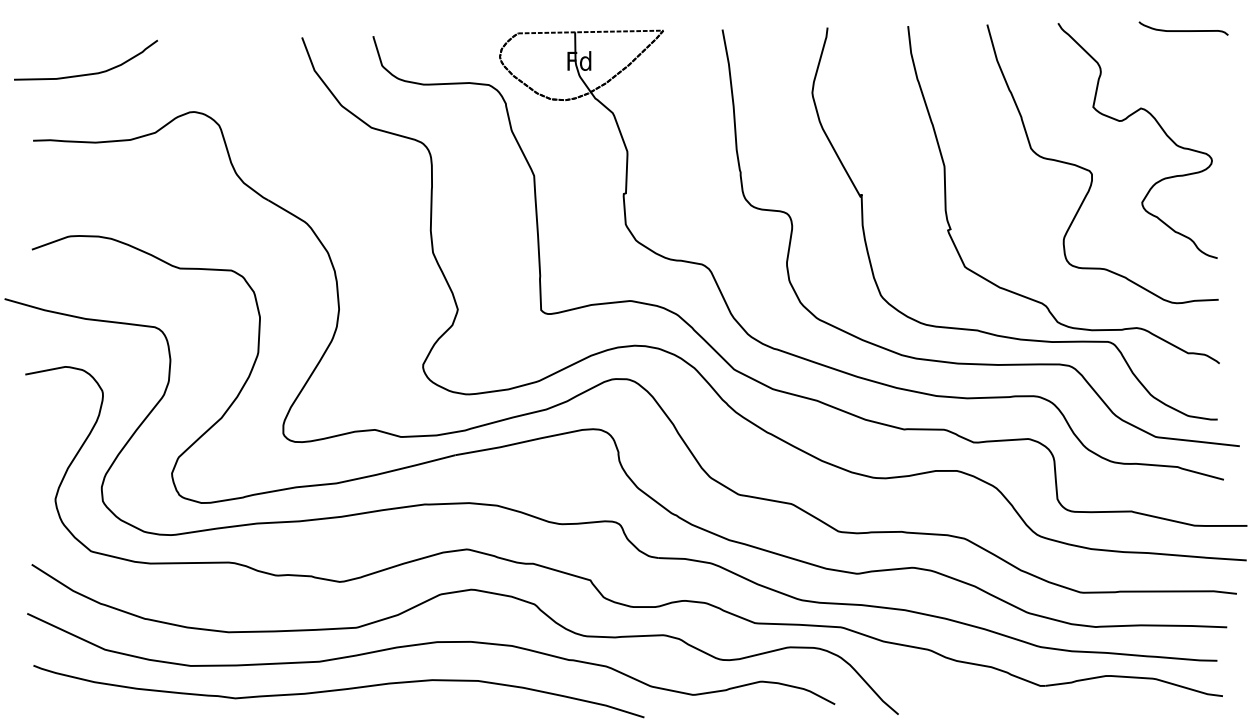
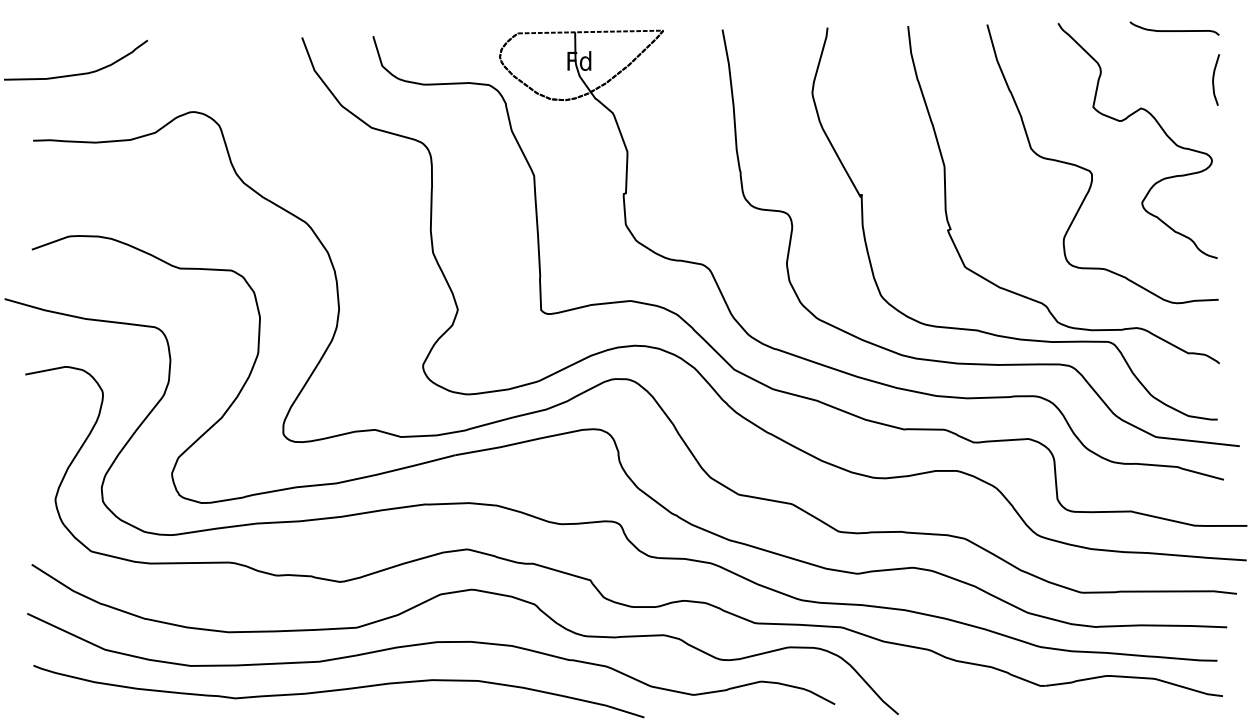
curve at (1183, 30) position: (1183, 30) -> (1174, 30)
curve at (87, 73) position: (87, 73) -> (77, 73)
curve at (1214, 79): none -> present
